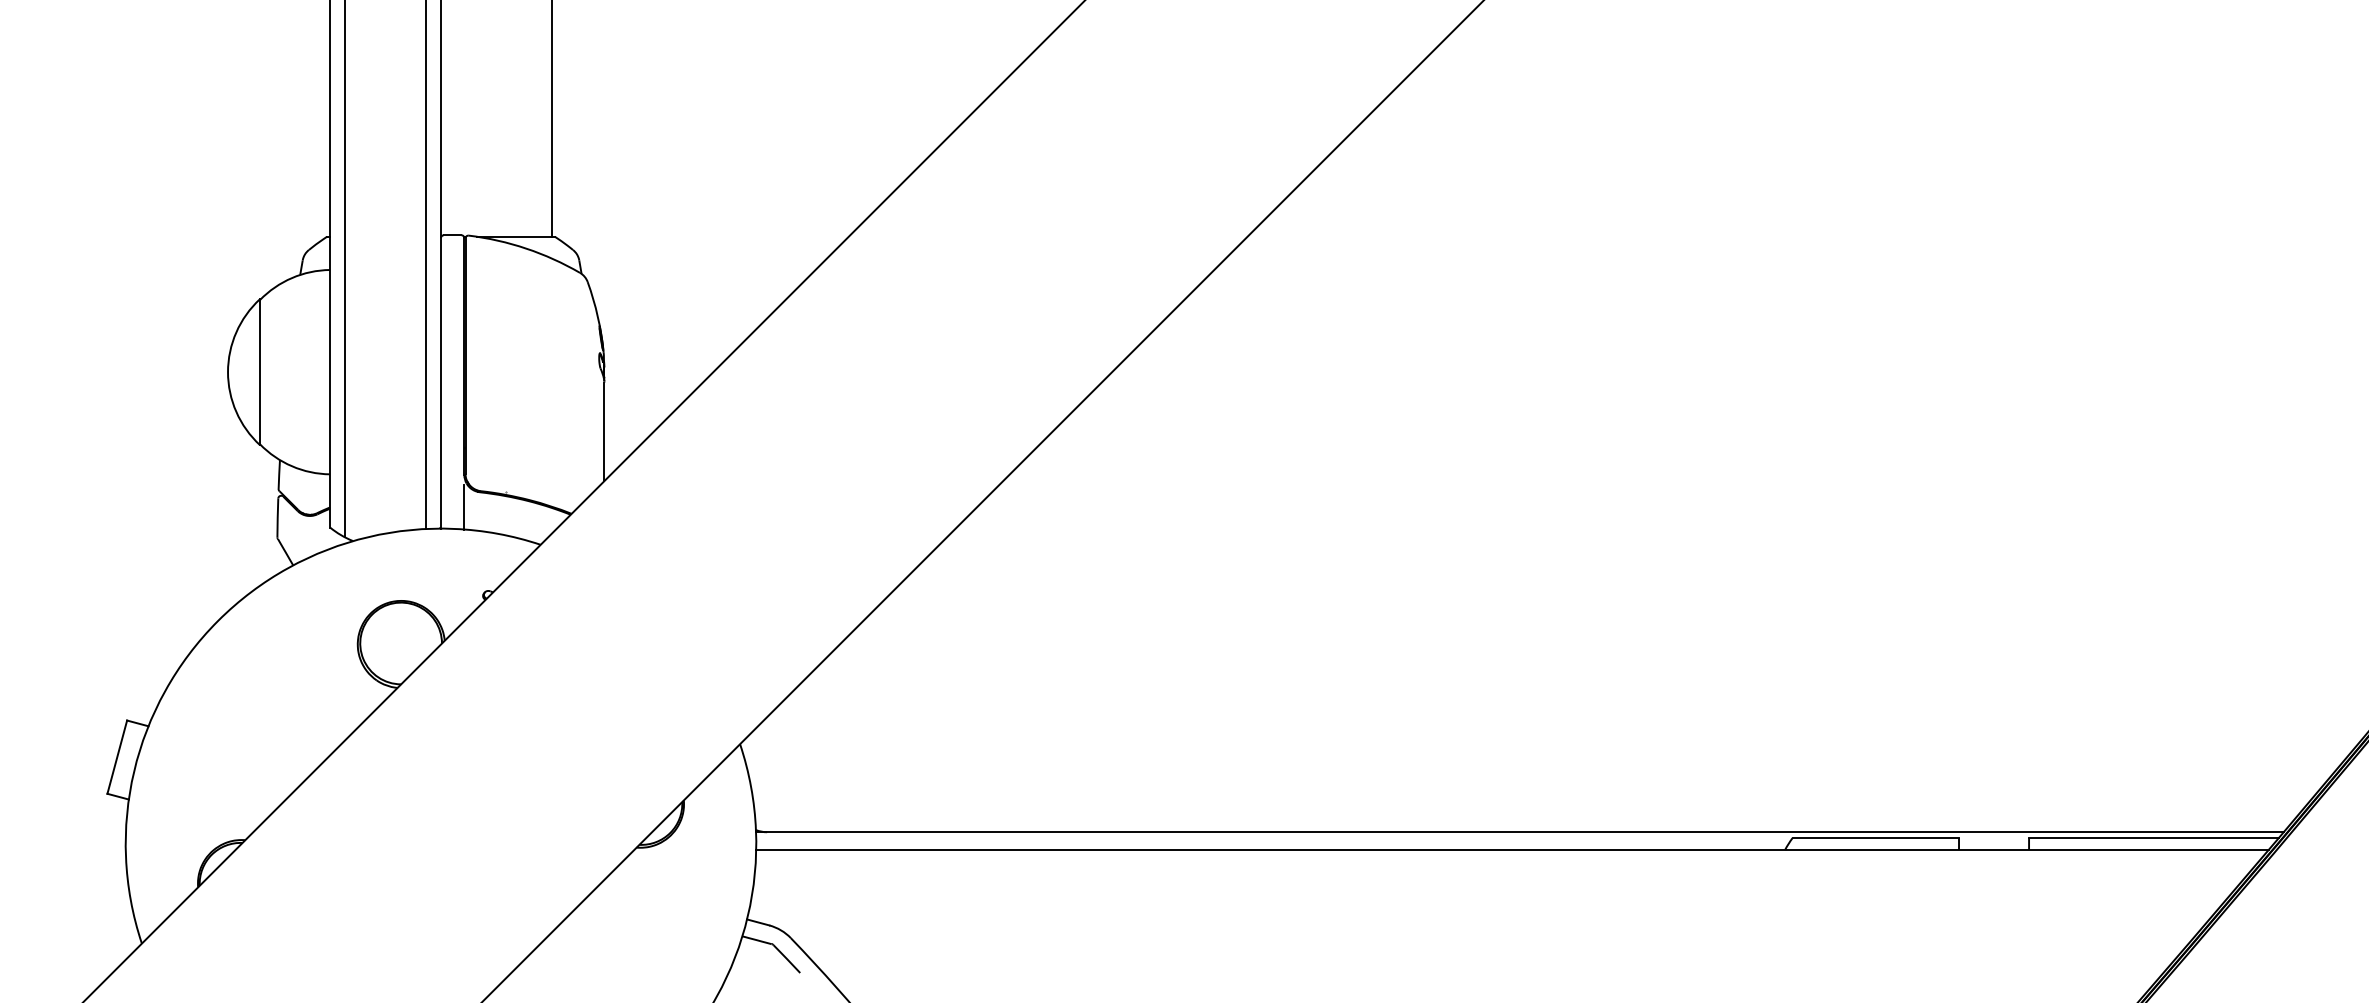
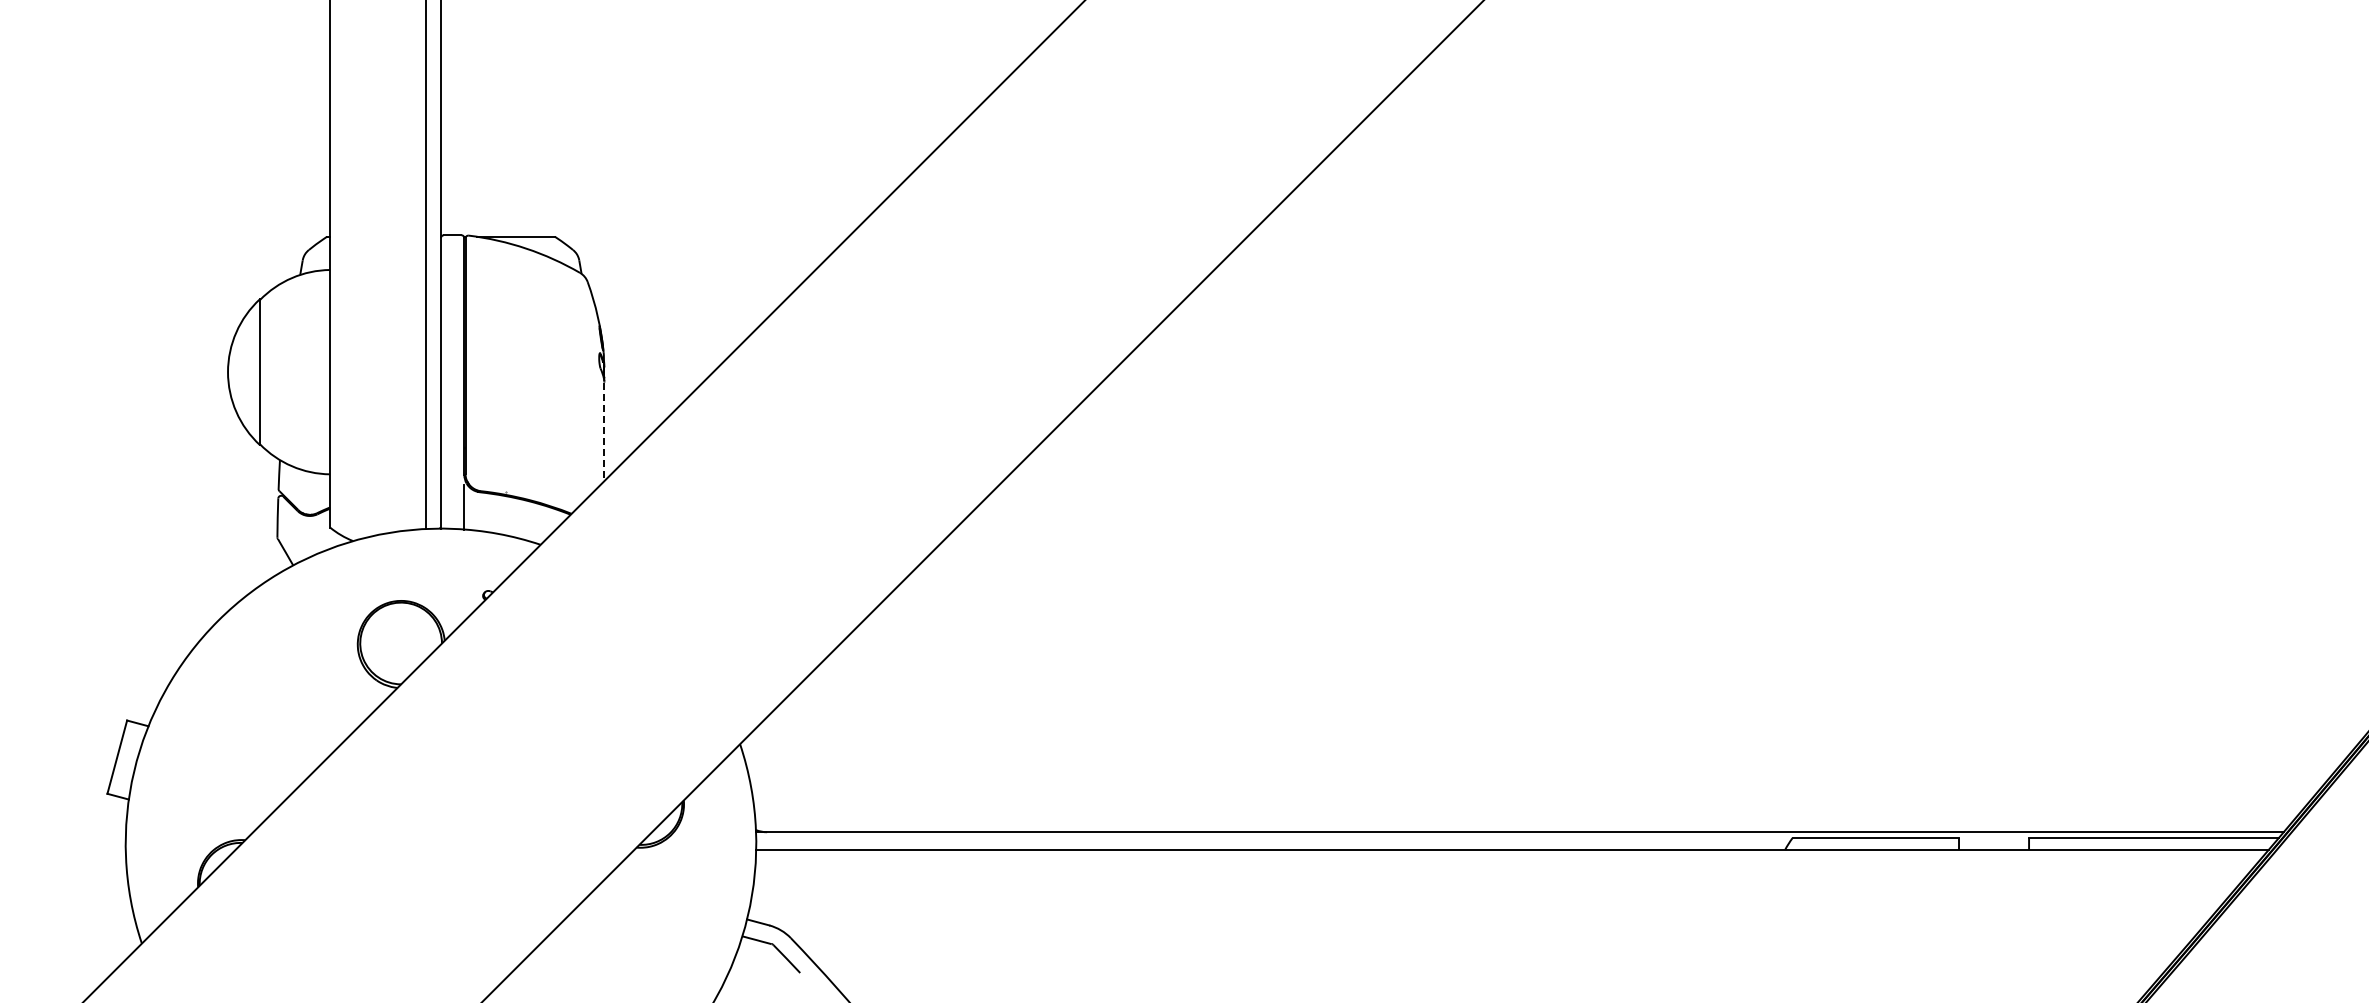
line at (551, 119): present -> none
line at (344, 269): present -> none
line at (604, 432): solid -> dashed
